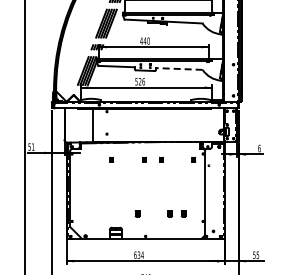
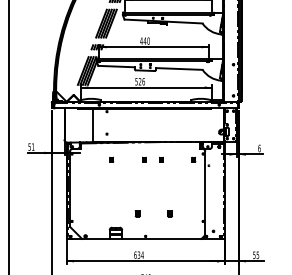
line at (178, 68): dashed -> solid
line at (24, 136) position: (24, 136) -> (8, 136)
part at (183, 213): present -> none
